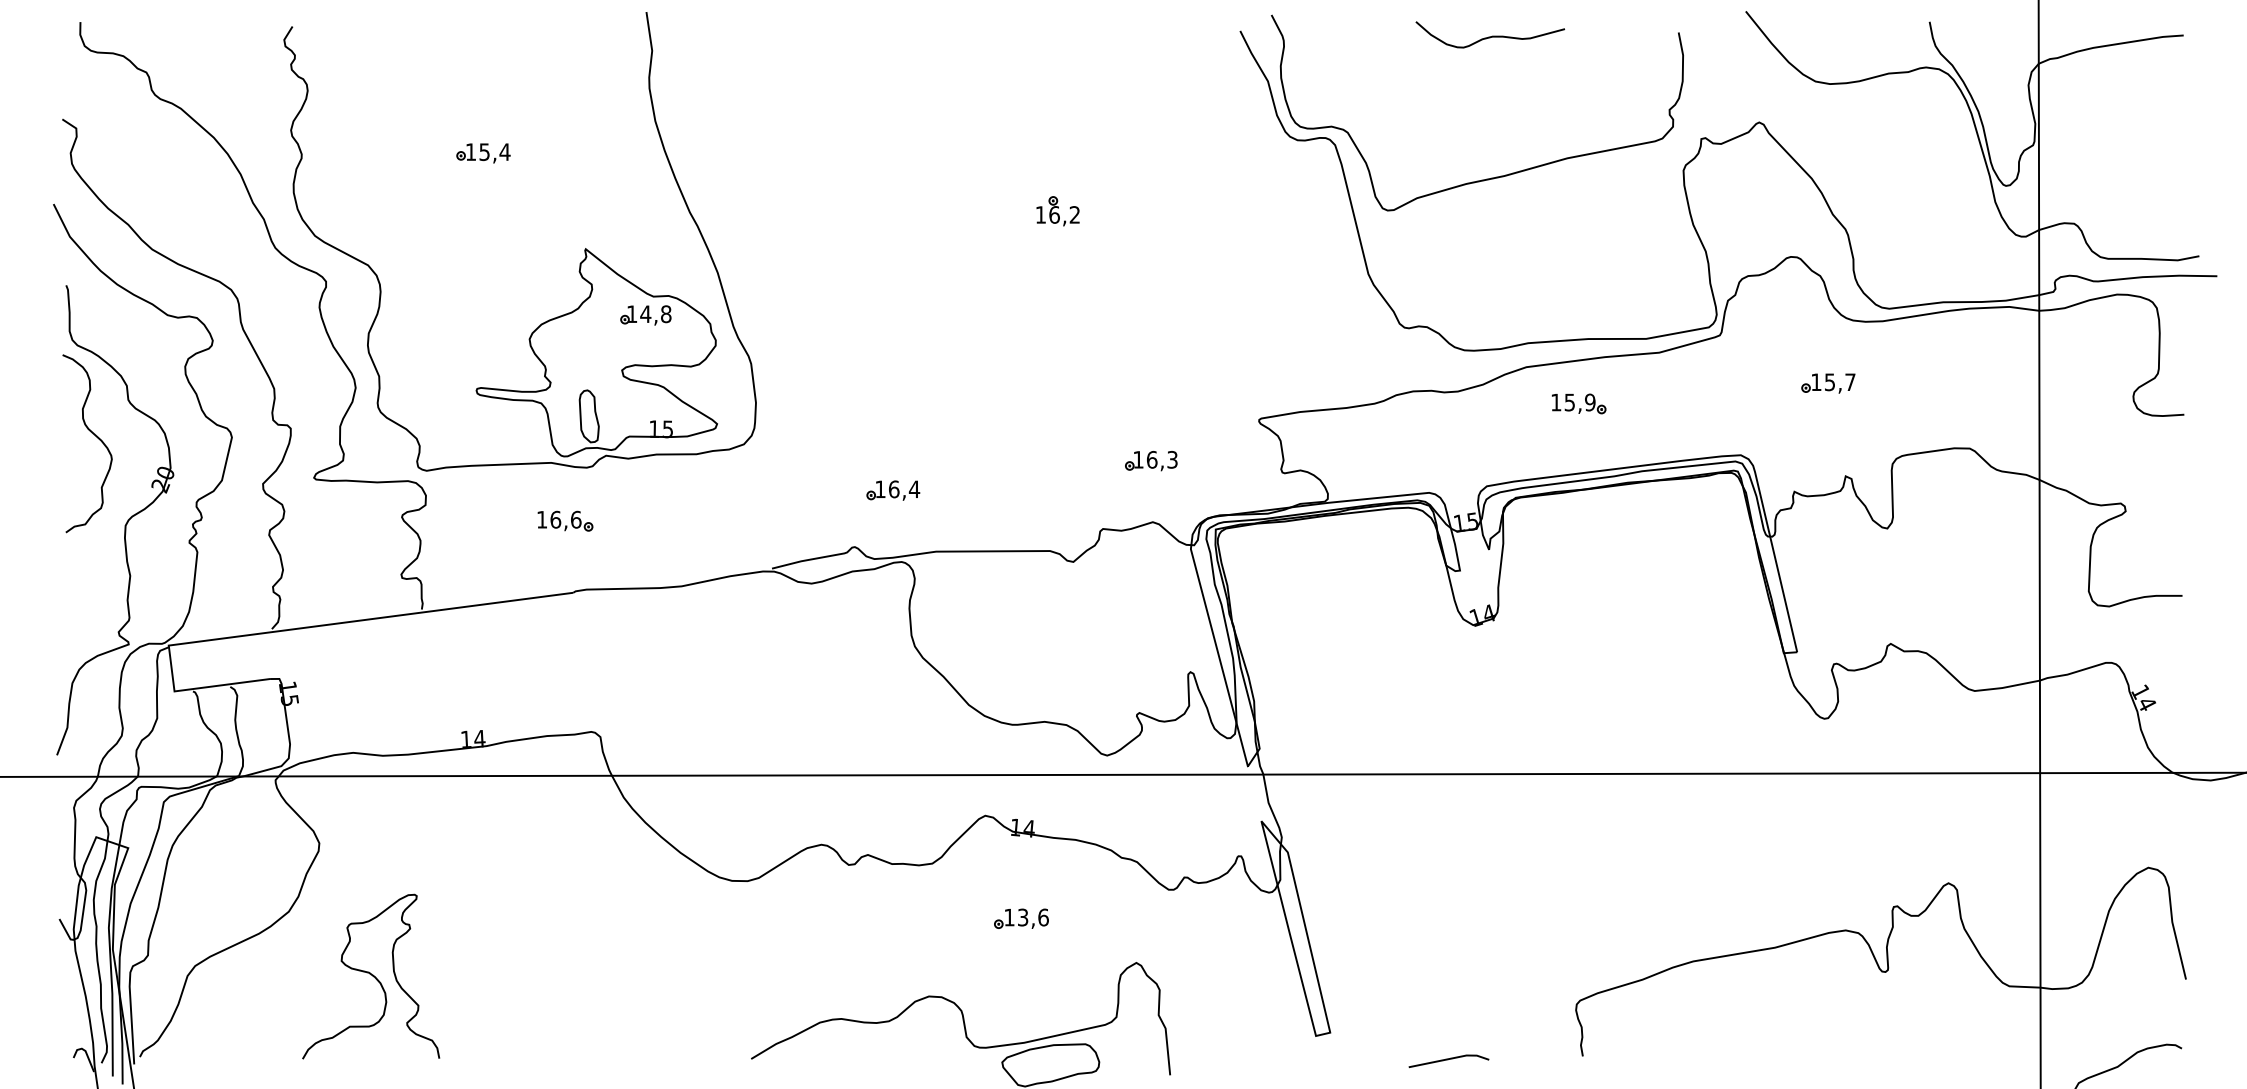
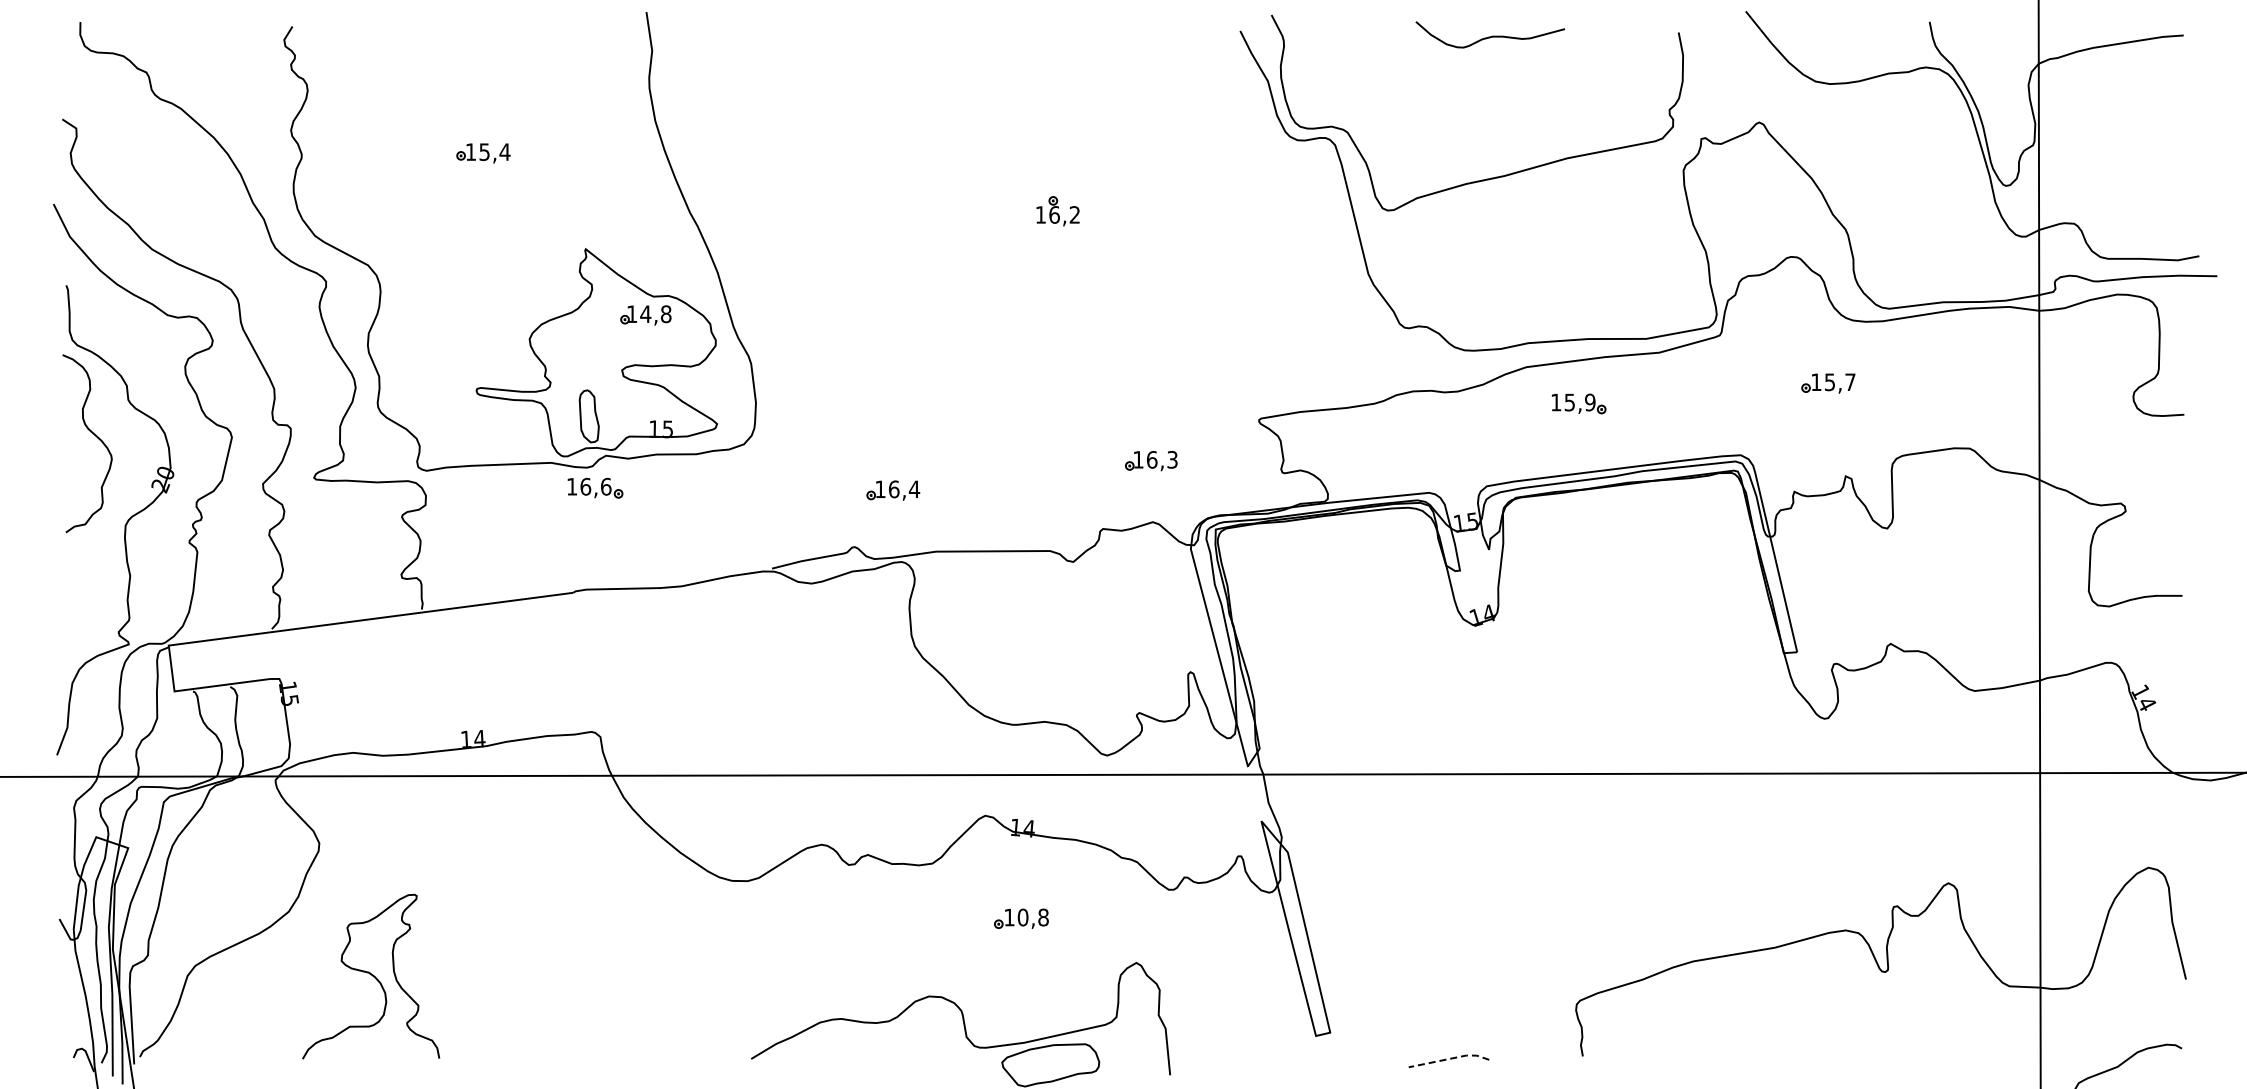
part at (565, 520) position: (565, 520) -> (595, 487)
text at (1032, 917): 13,6 -> 10,8
line at (1450, 1058): solid -> dashed
